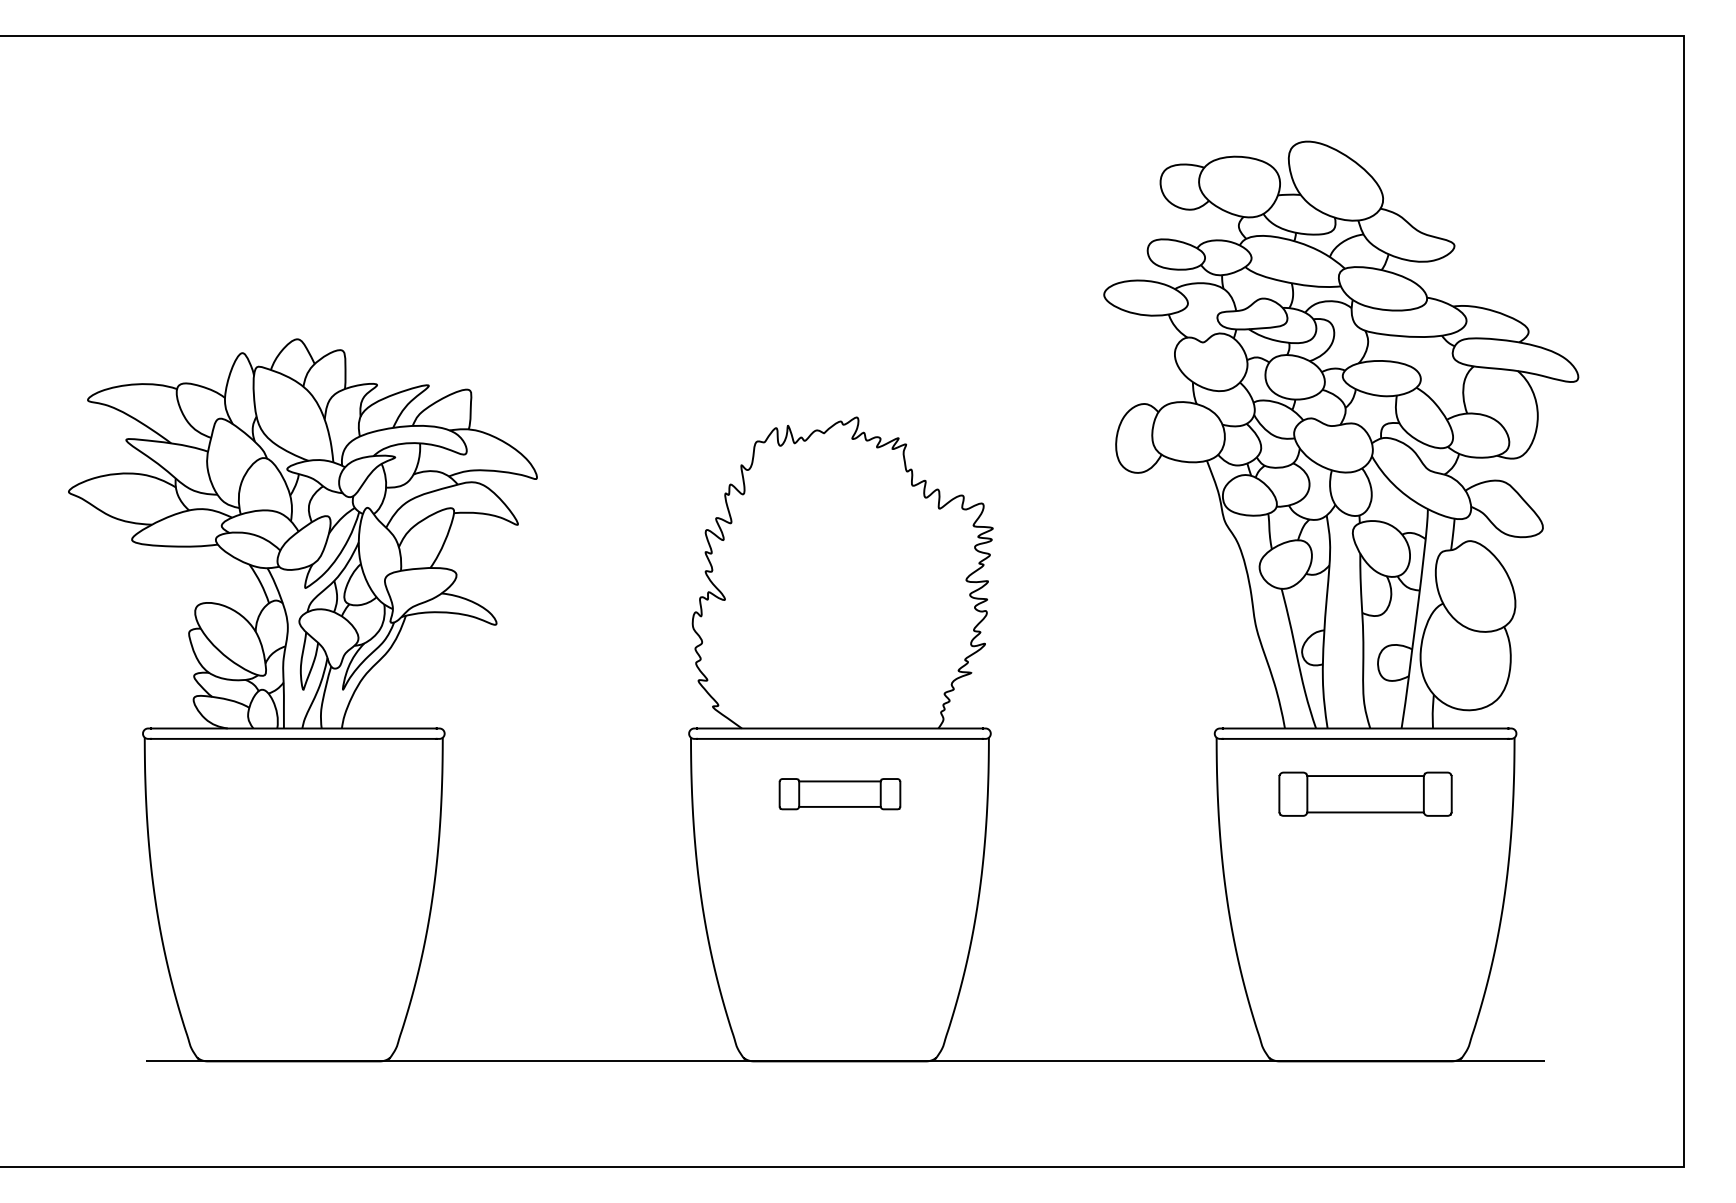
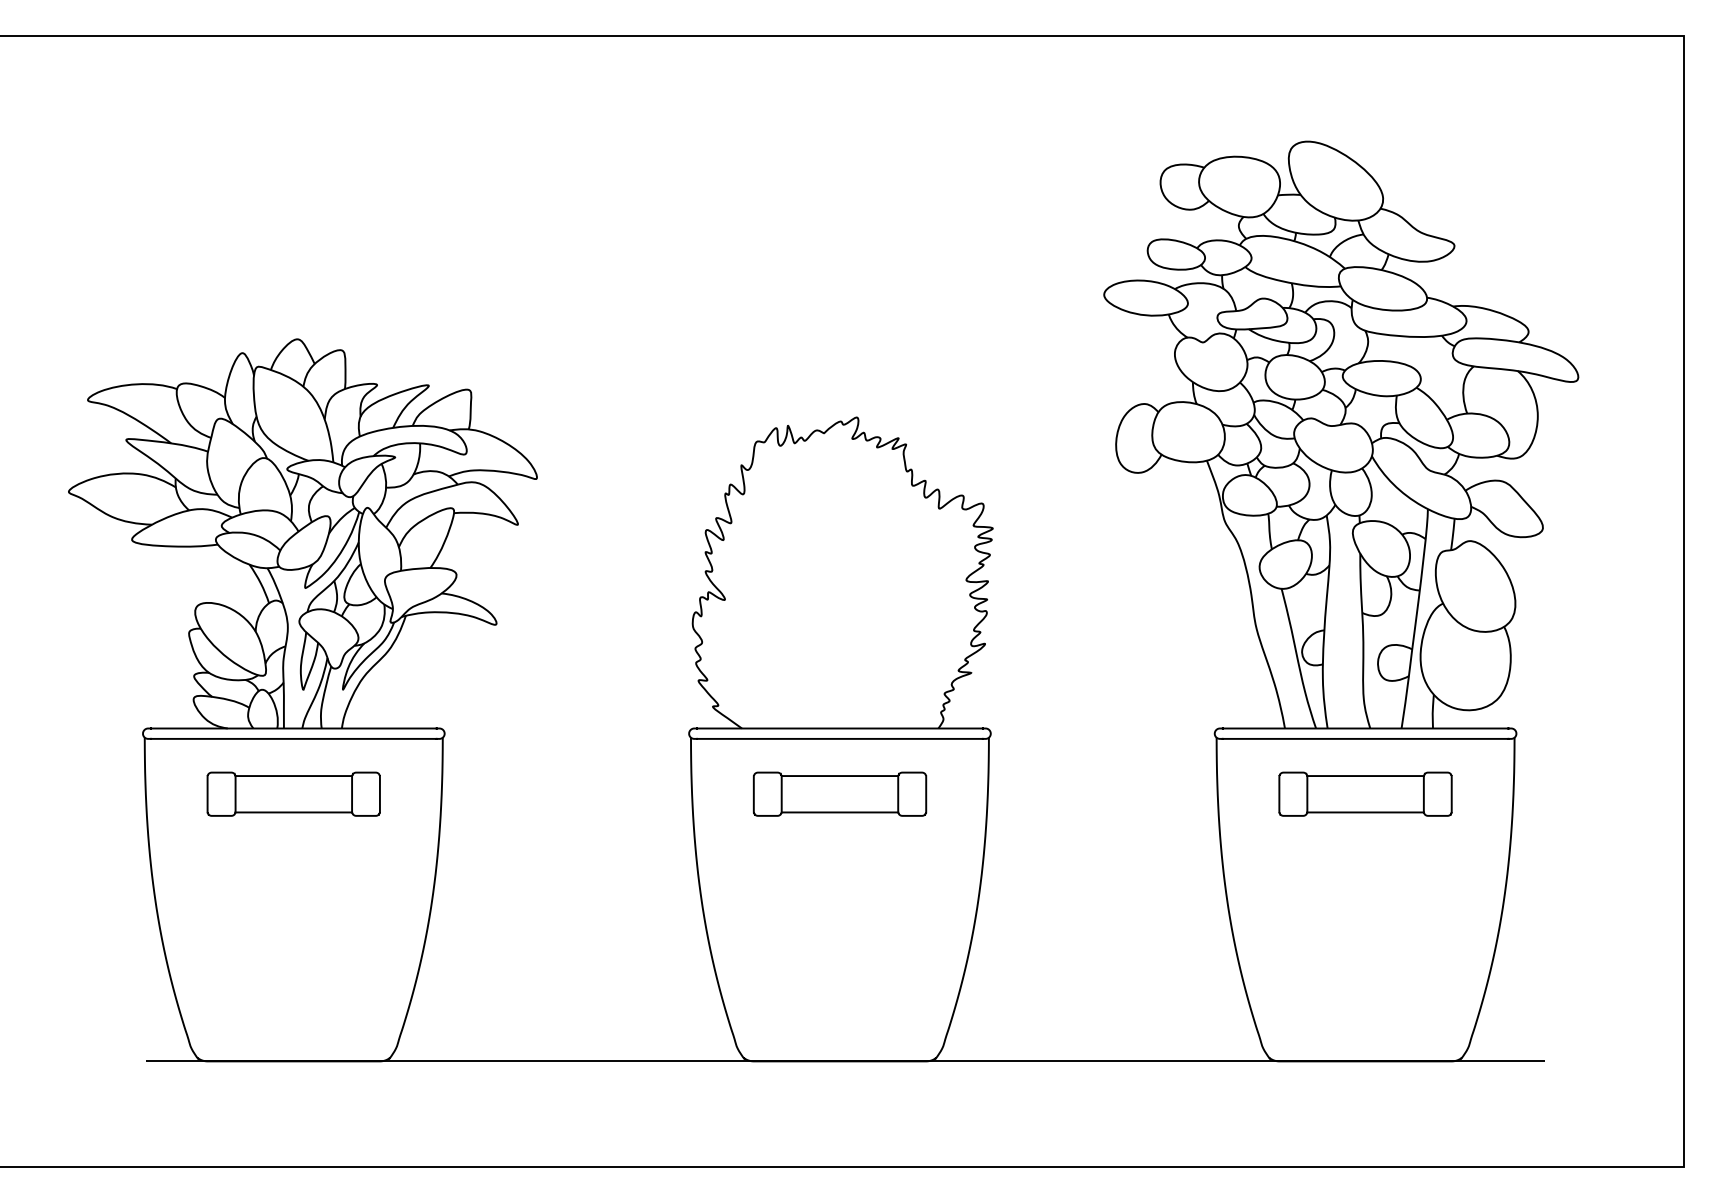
part at (293, 793): none -> present
part at (839, 794) size: 124x33 px -> 176x46 px
